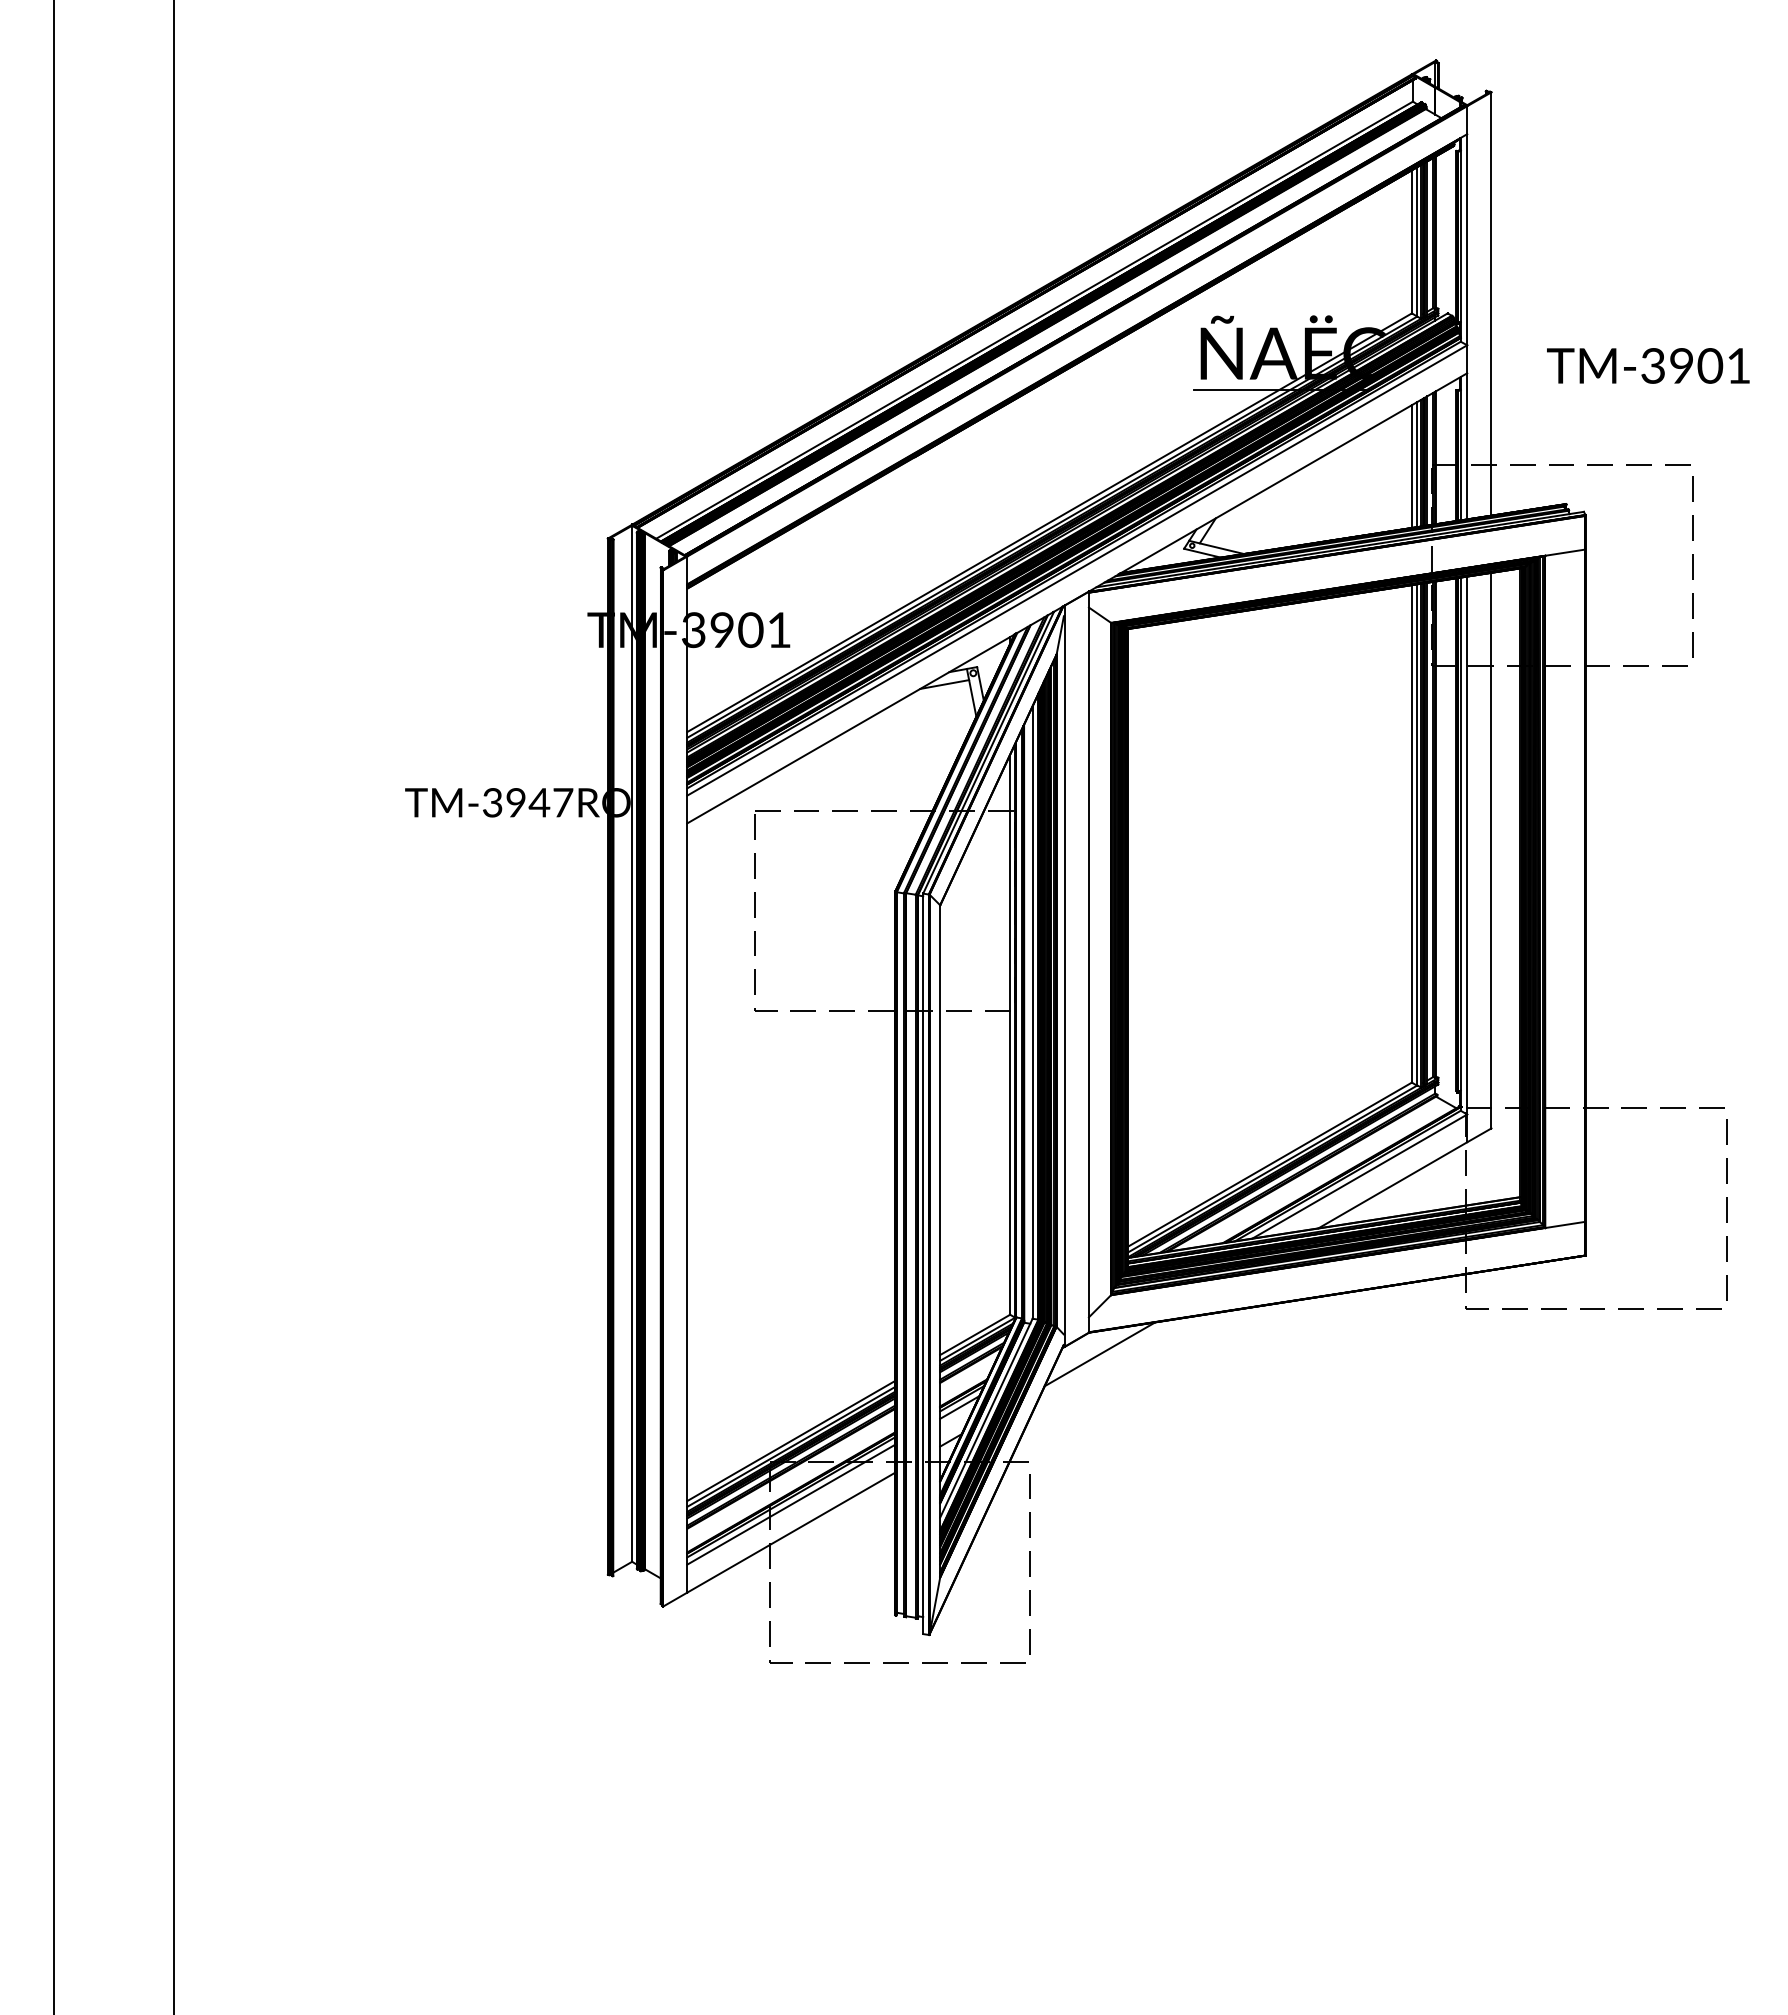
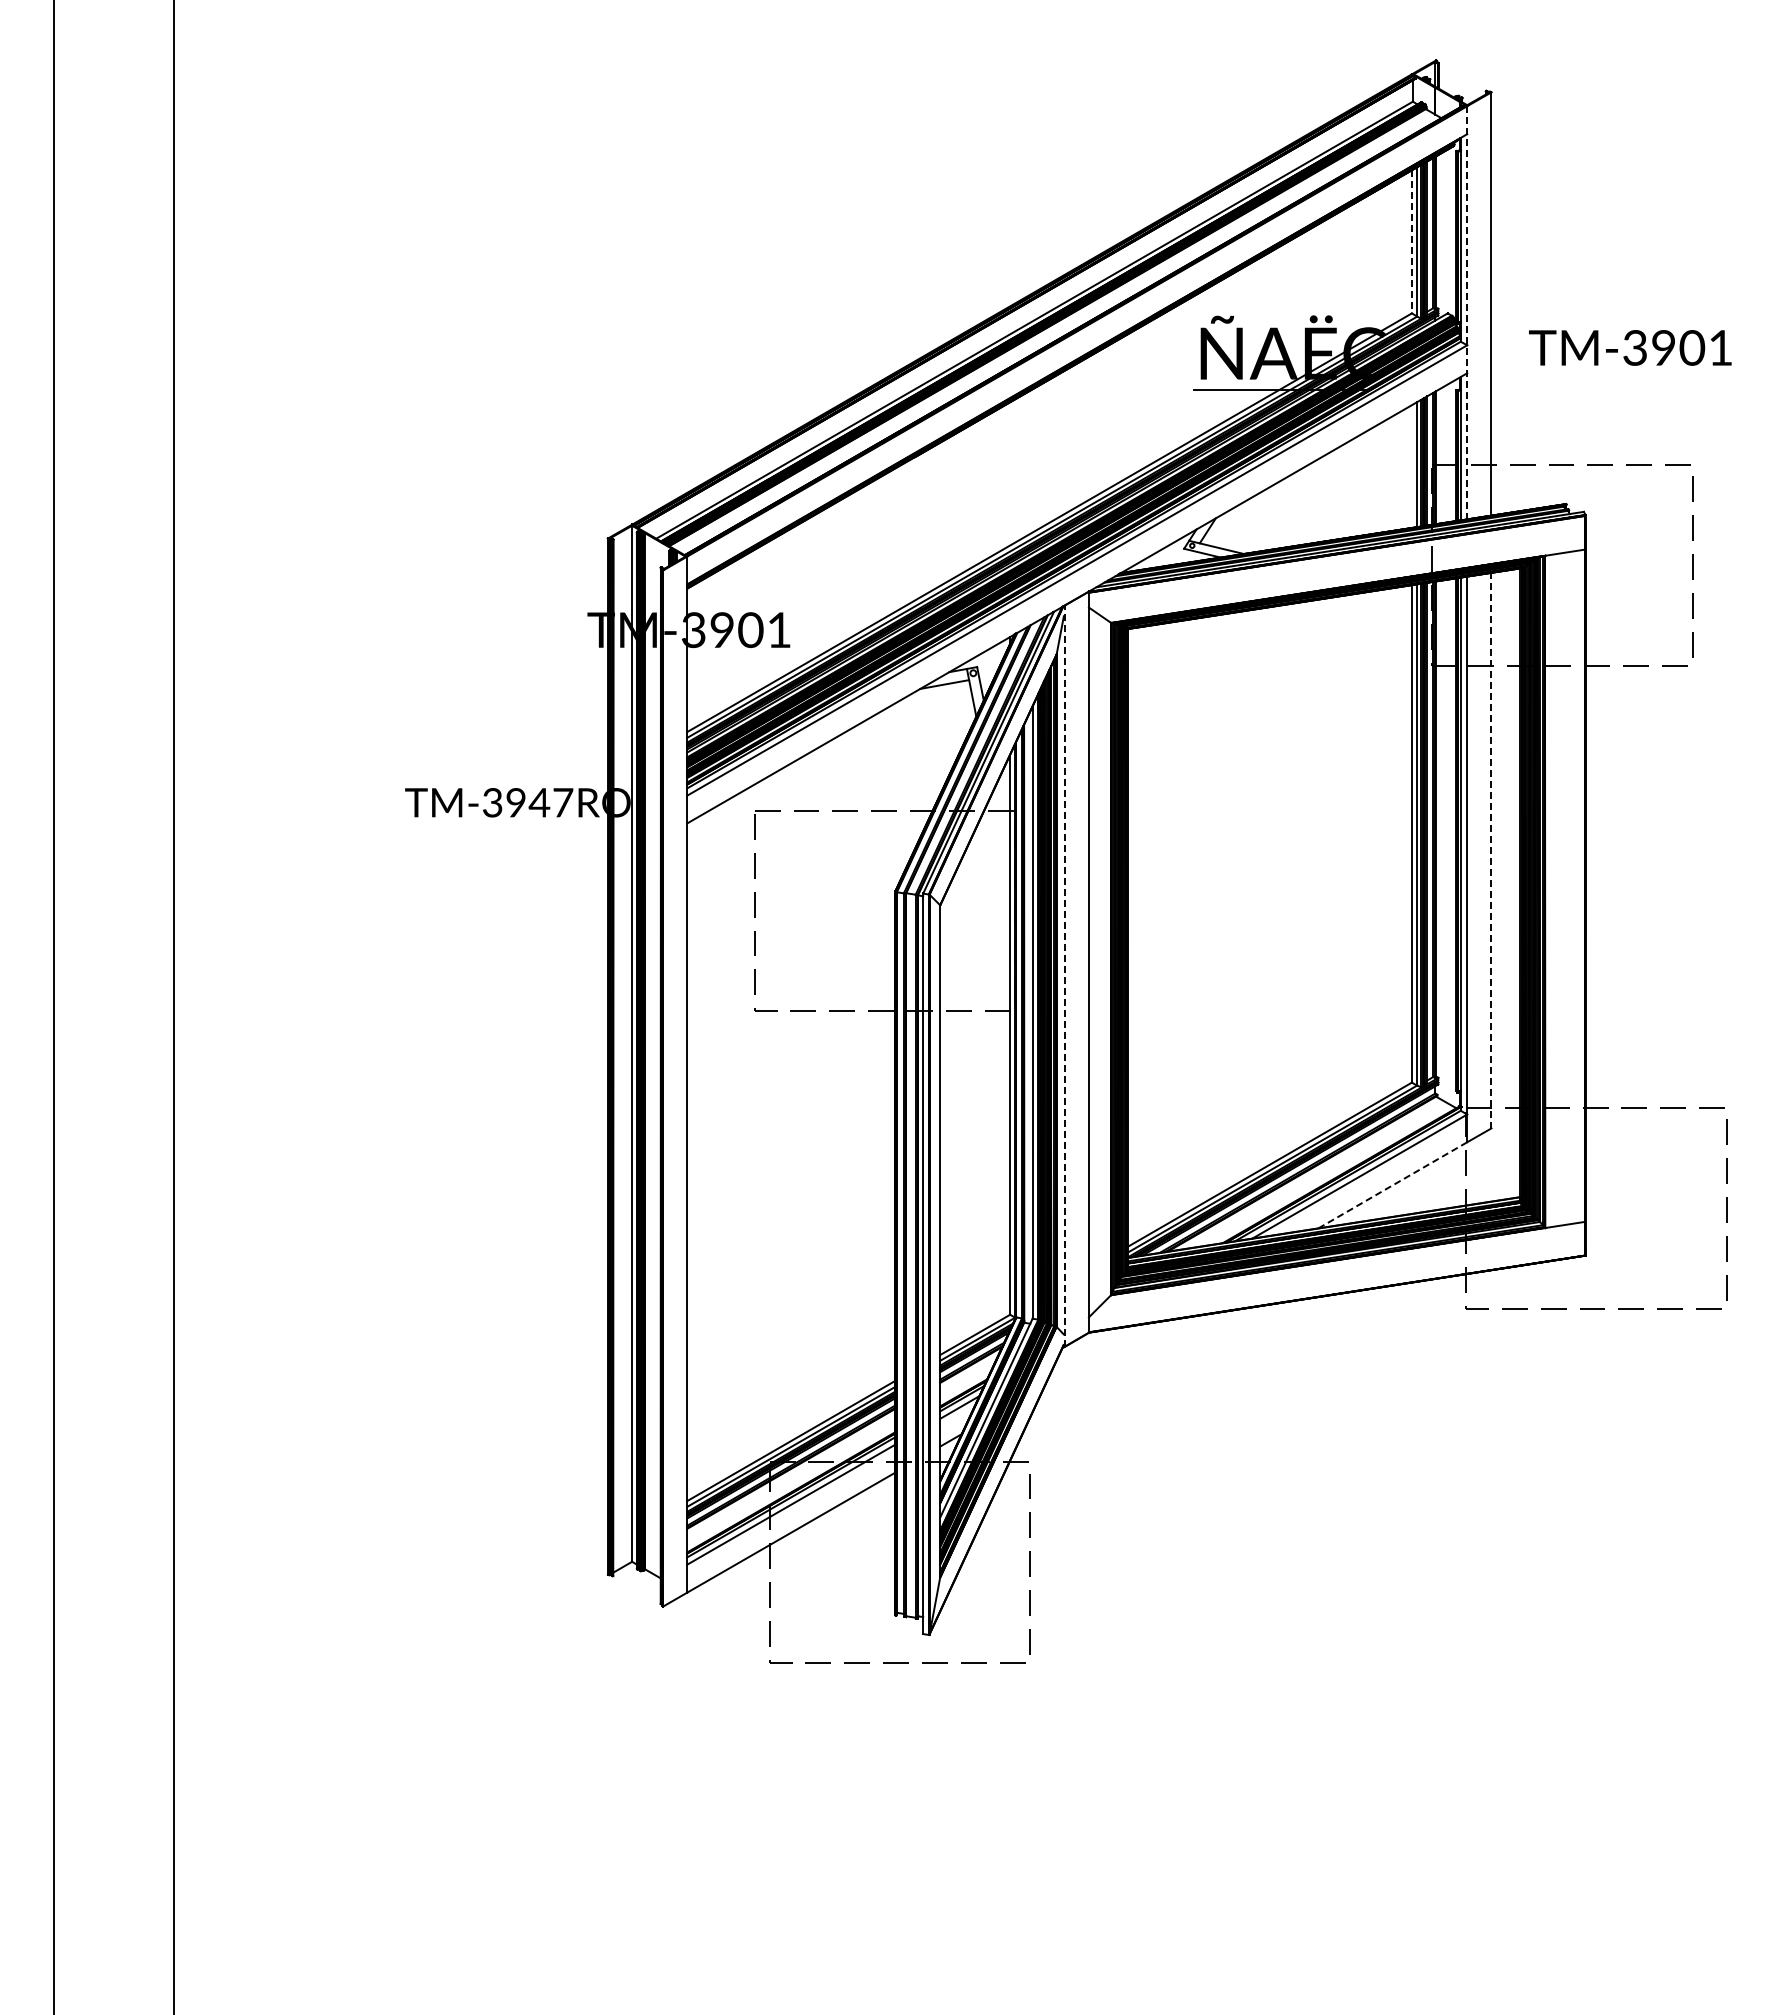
line at (1411, 241): solid -> dashed
line at (1467, 312): solid -> dashed
text at (1648, 365) position: (1648, 365) -> (1630, 347)
line at (1411, 466): present -> none
line at (1491, 850): solid -> dashed
line at (1065, 975): solid -> dashed
line at (1392, 1185): solid -> dashed
line at (1099, 1354): present -> none
